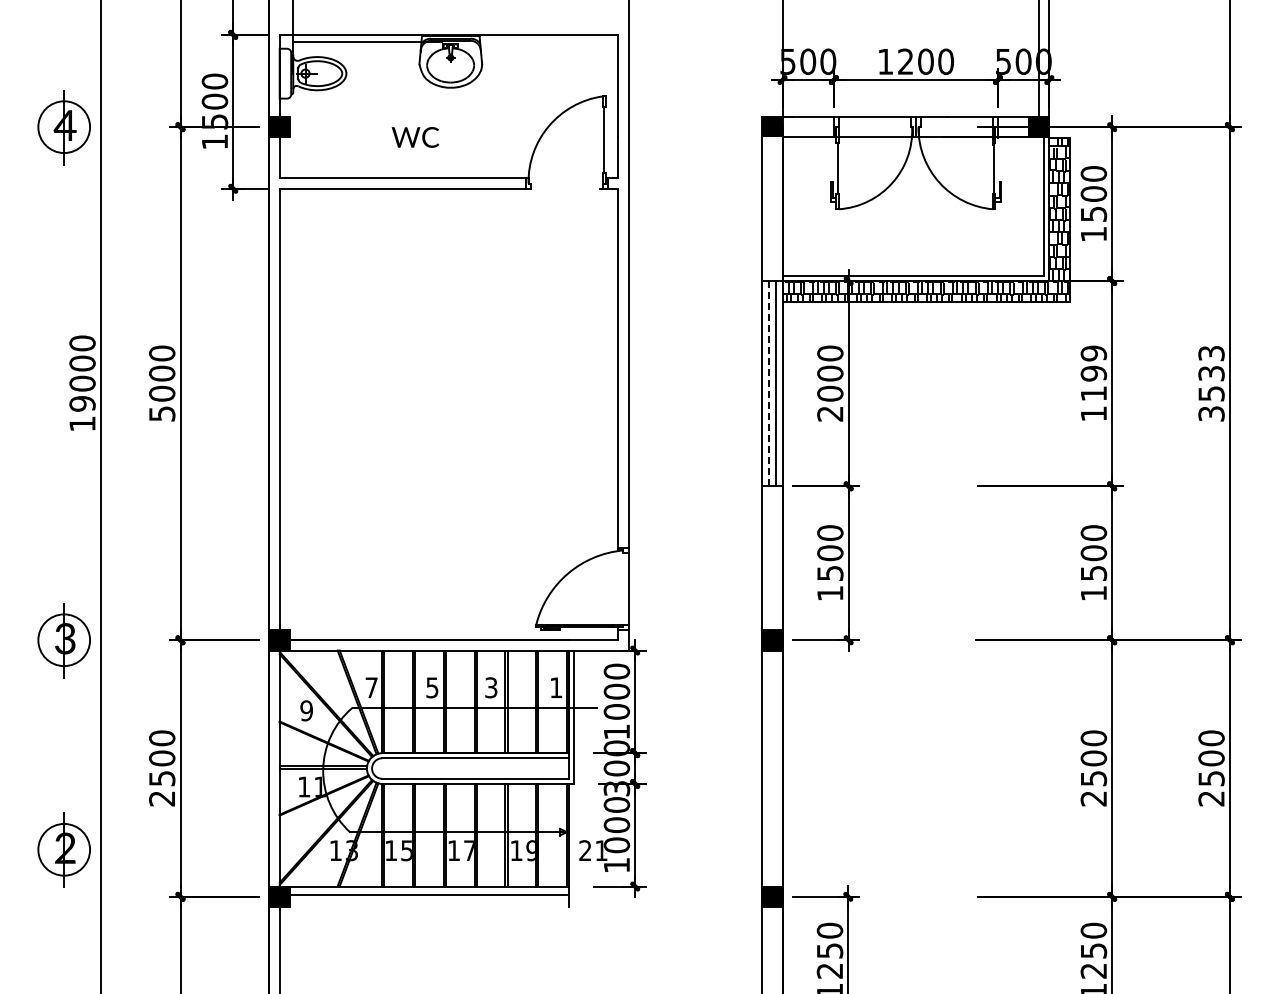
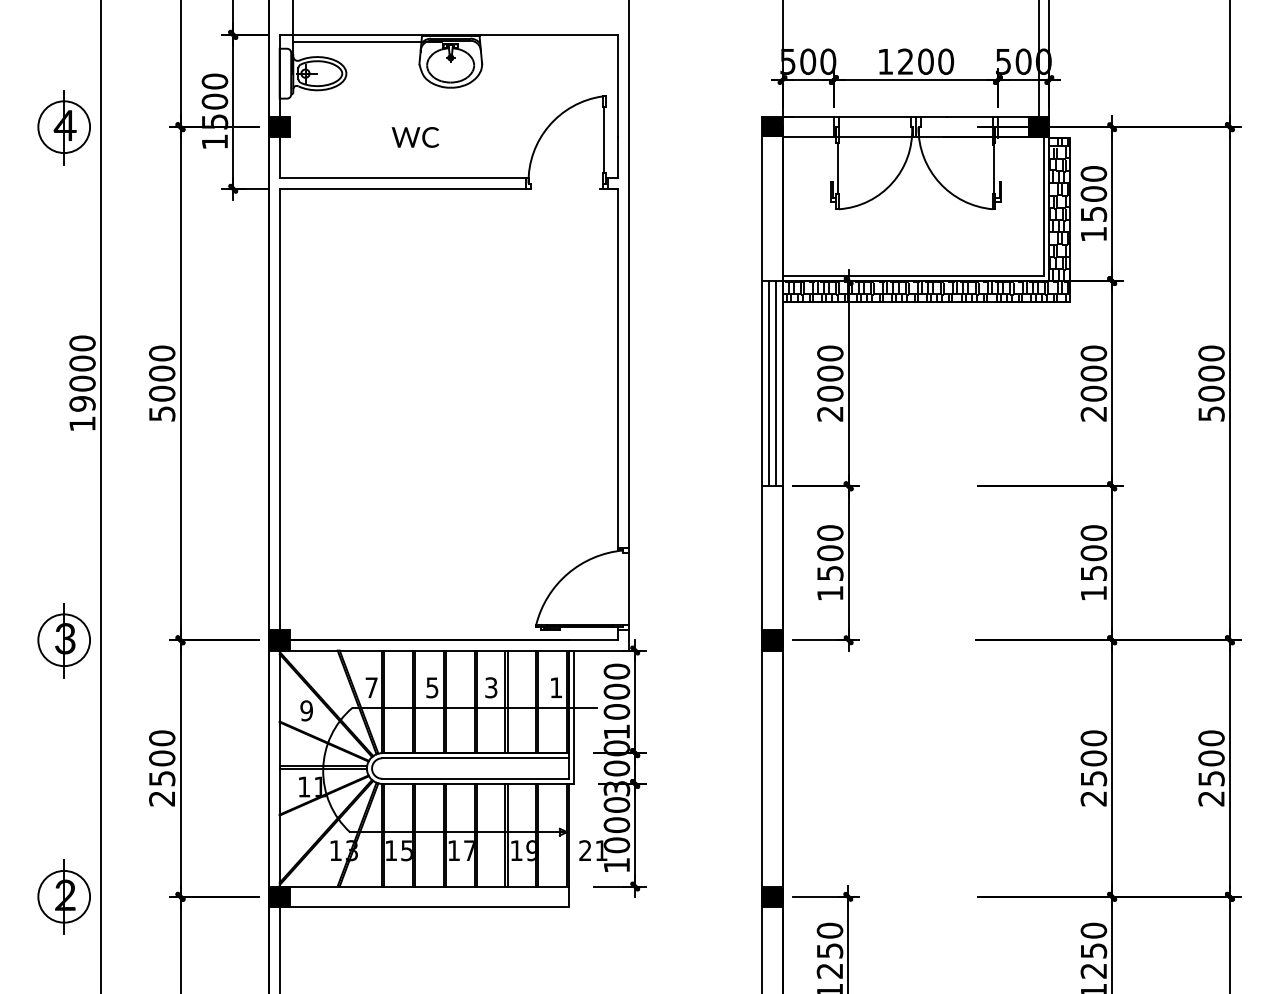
text at (1211, 382): 3533 -> 5000
line at (768, 383): dashed -> solid
text at (1093, 383): 1199 -> 2000
part at (63, 849) position: (63, 849) -> (63, 896)
line at (428, 895) position: (428, 895) -> (428, 907)
